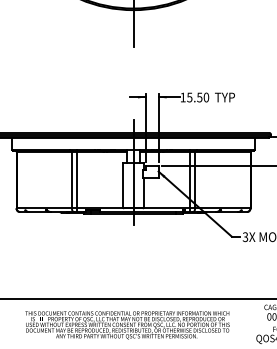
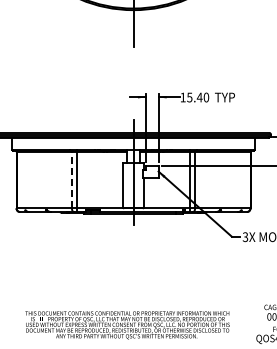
text at (199, 97): 15.50 -> 15.40
line at (71, 179): solid -> dashed
line at (137, 298): present -> none
